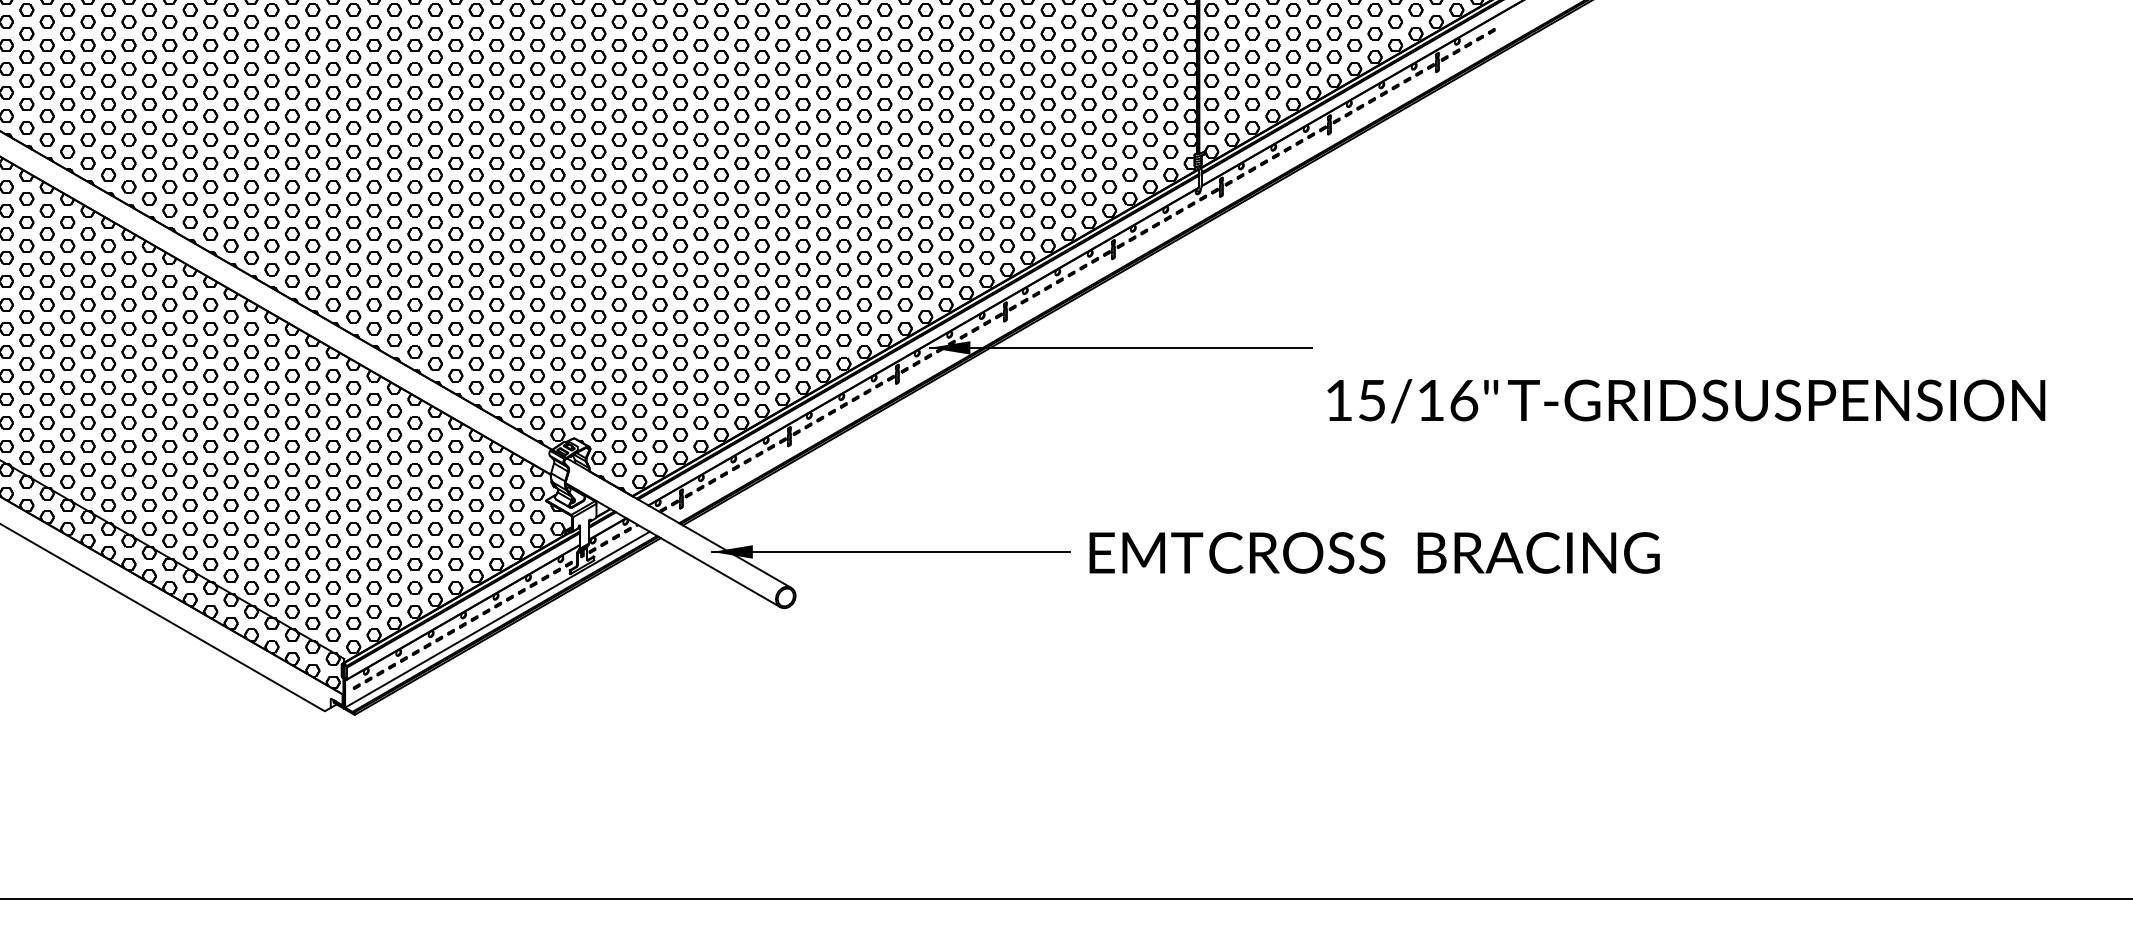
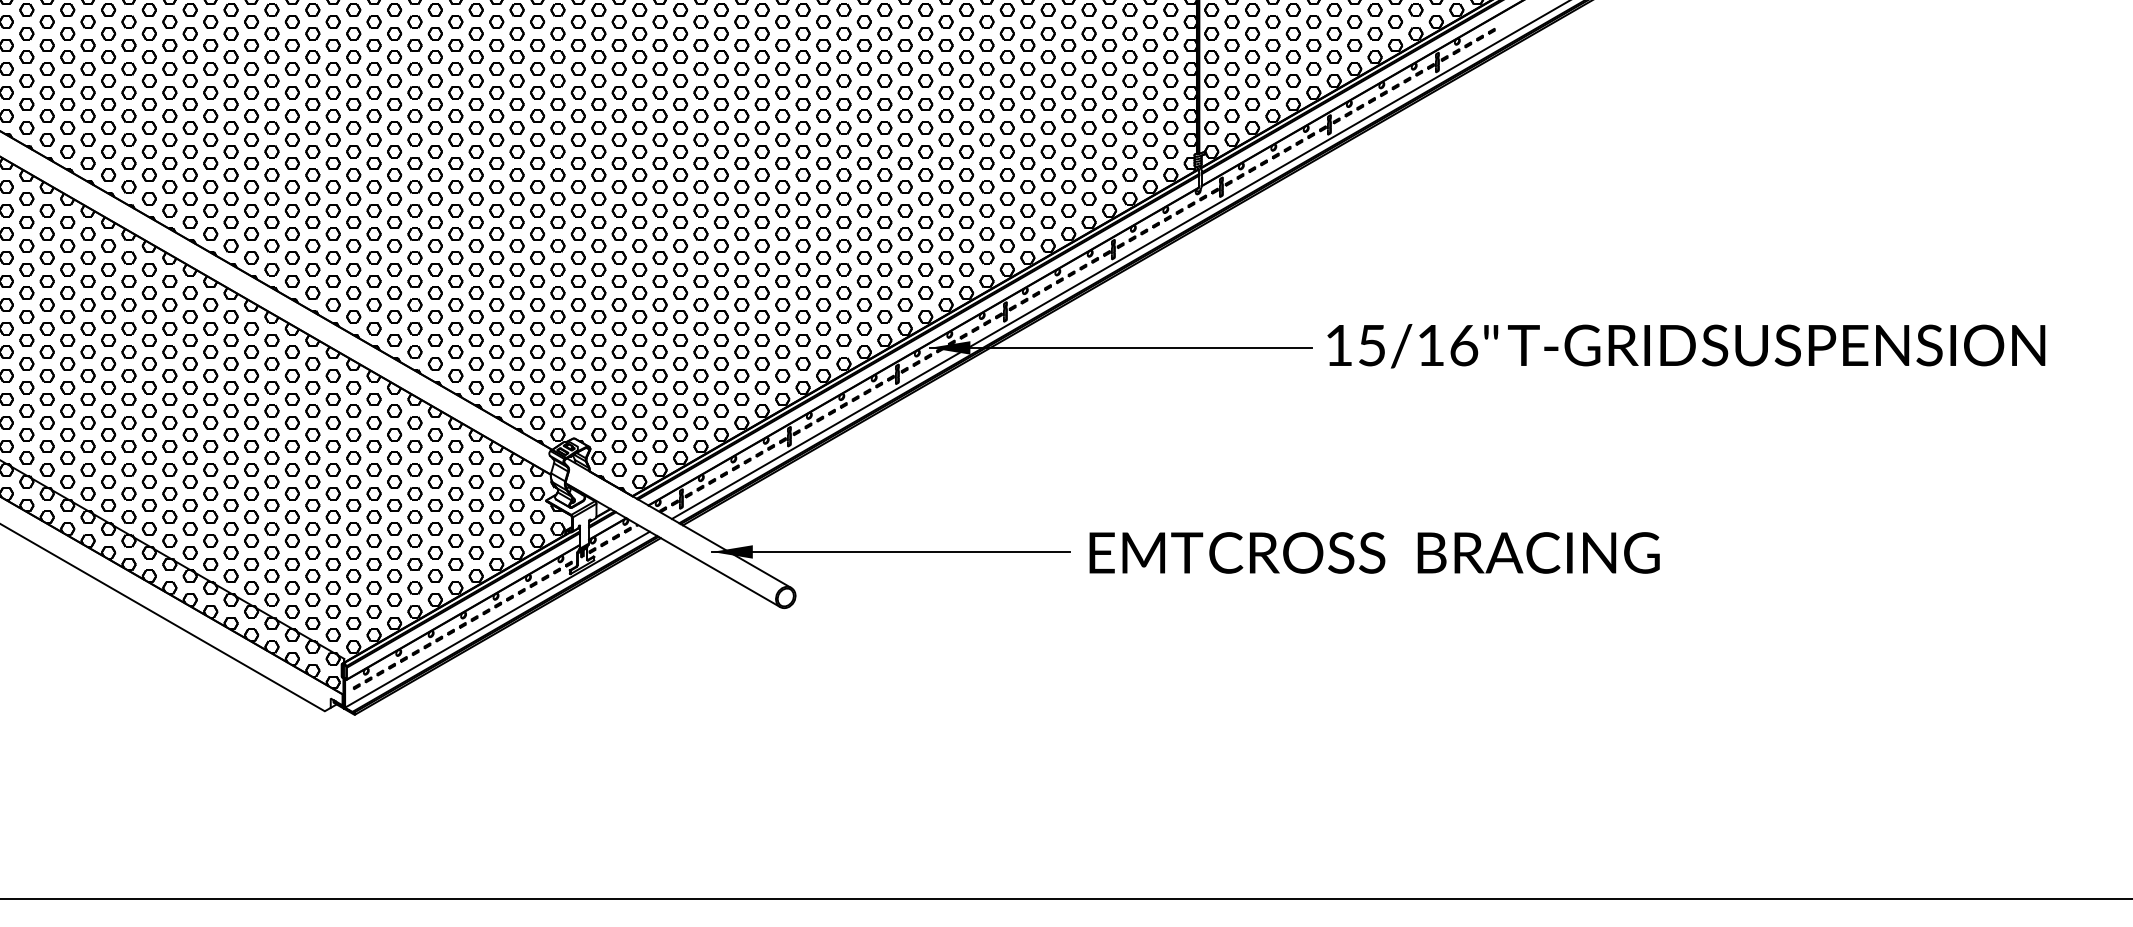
line at (1119, 260): none -> present
text at (1686, 401) position: (1686, 401) -> (1686, 346)
